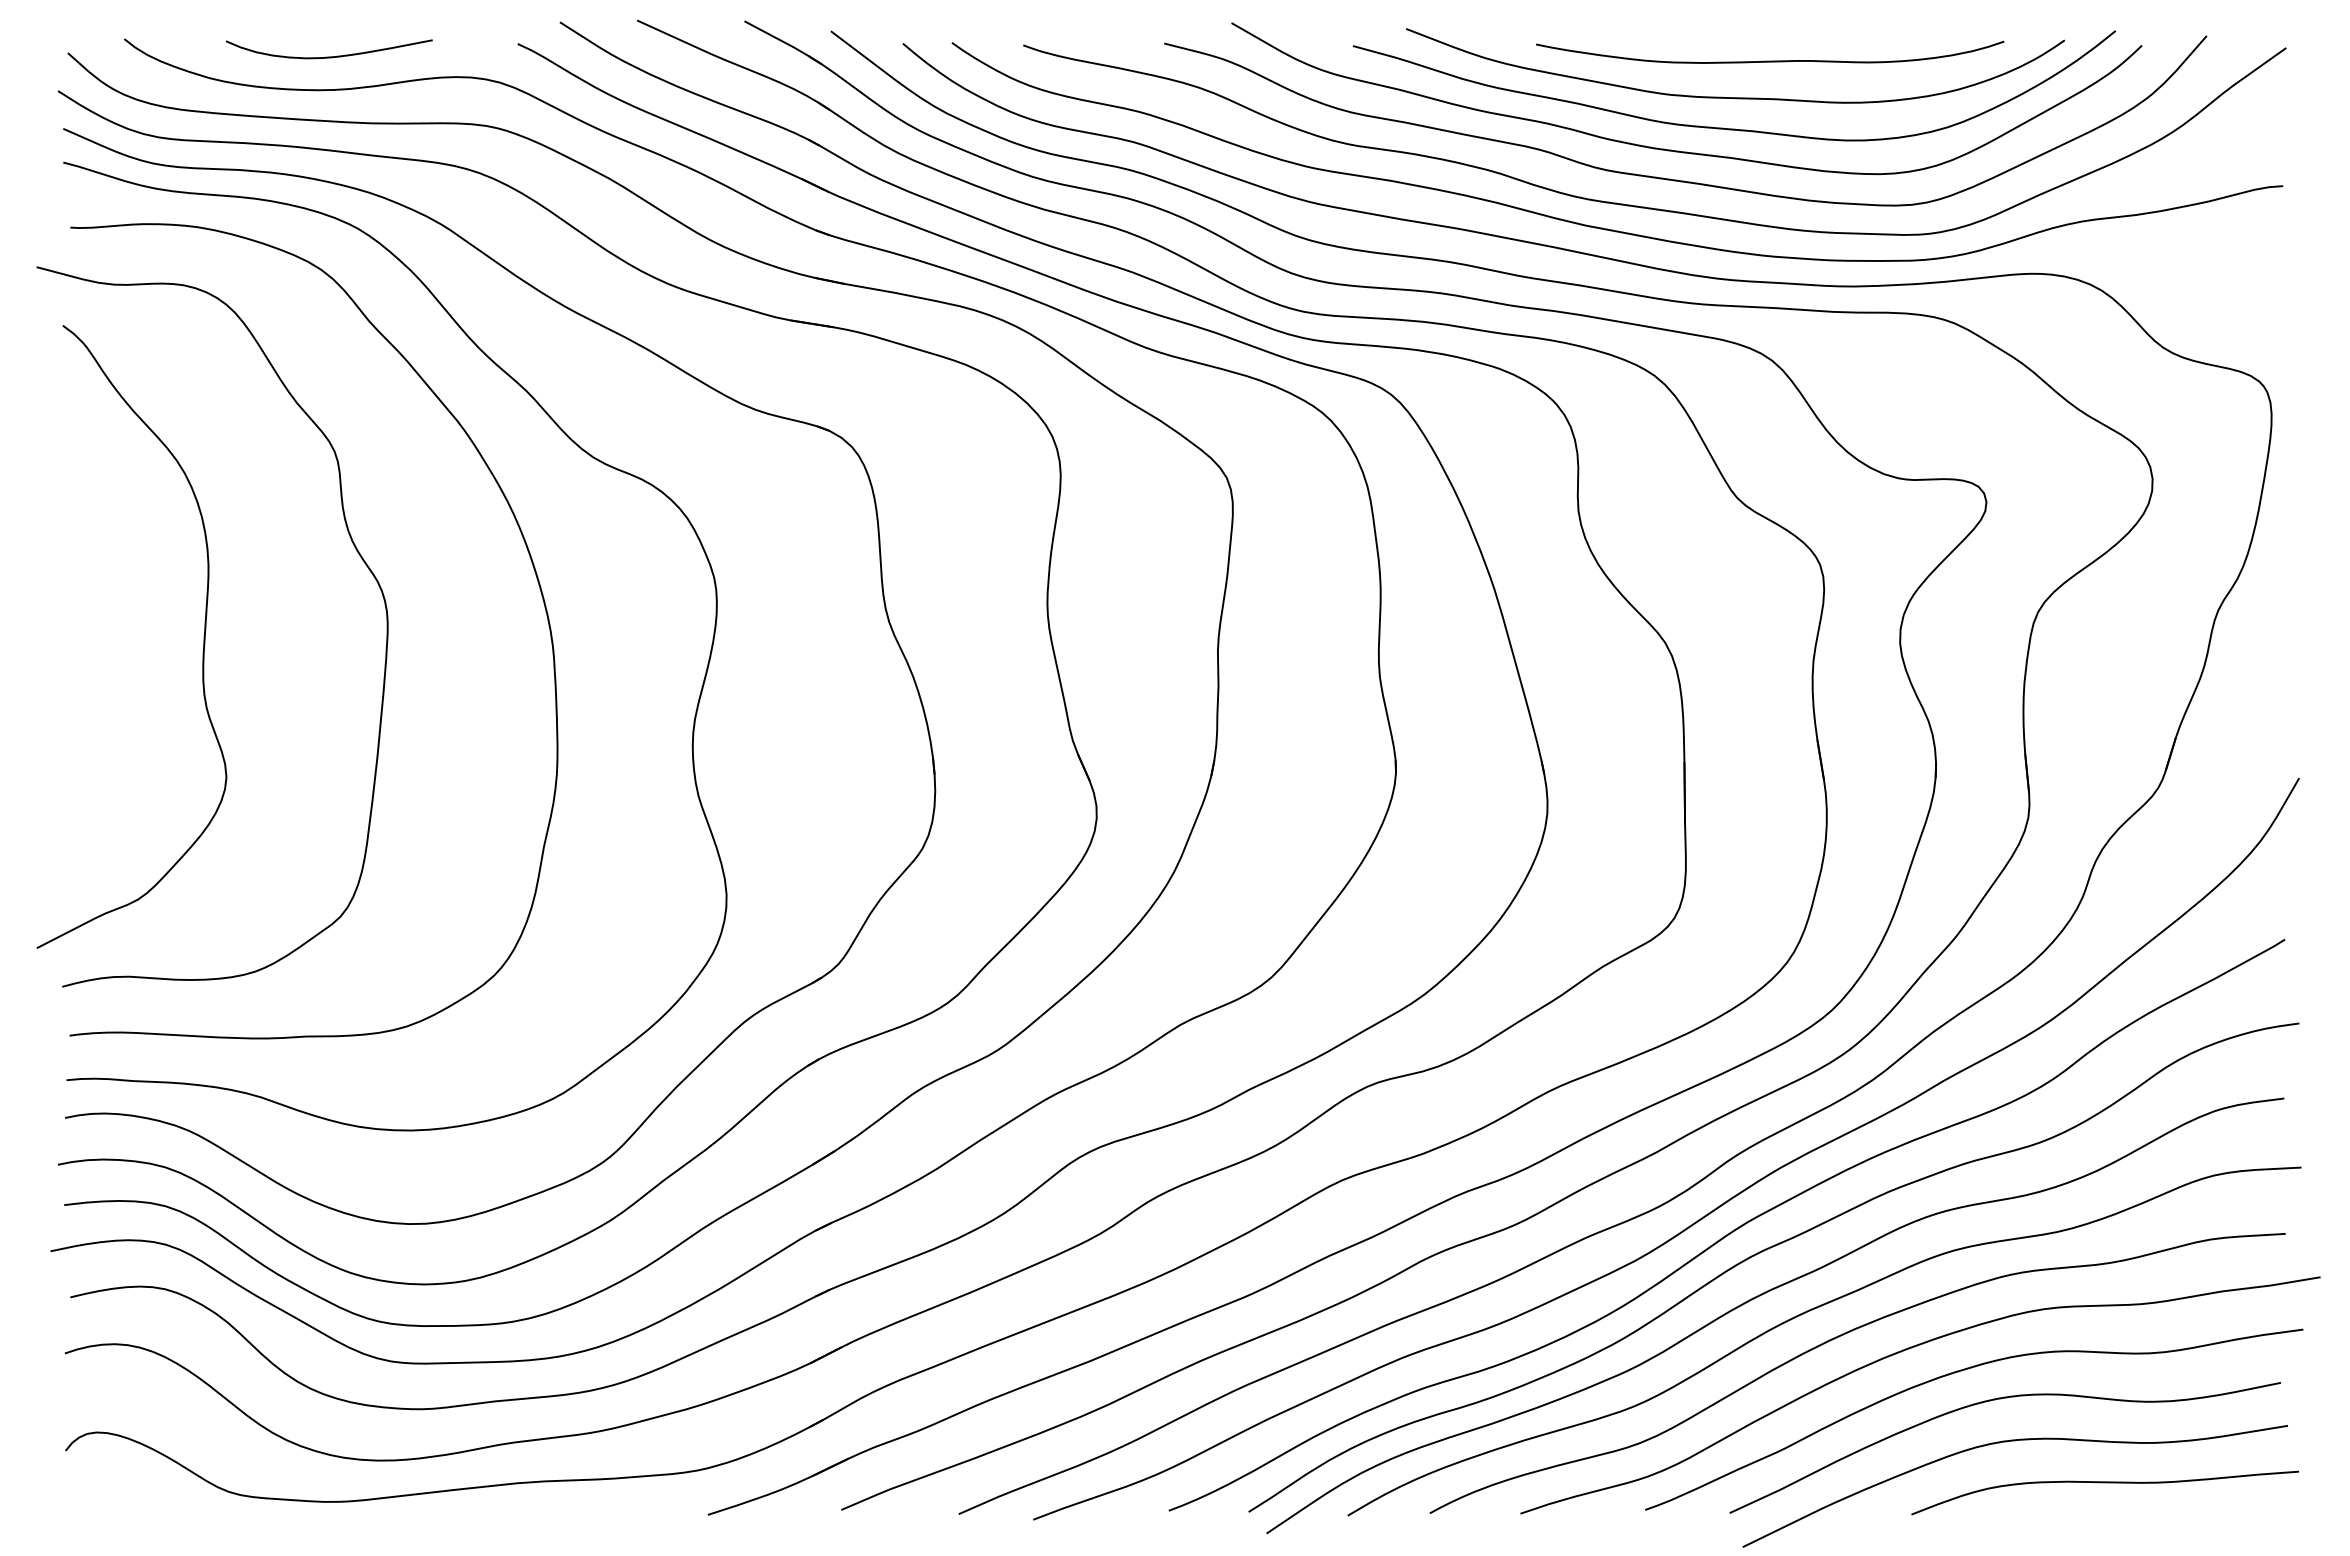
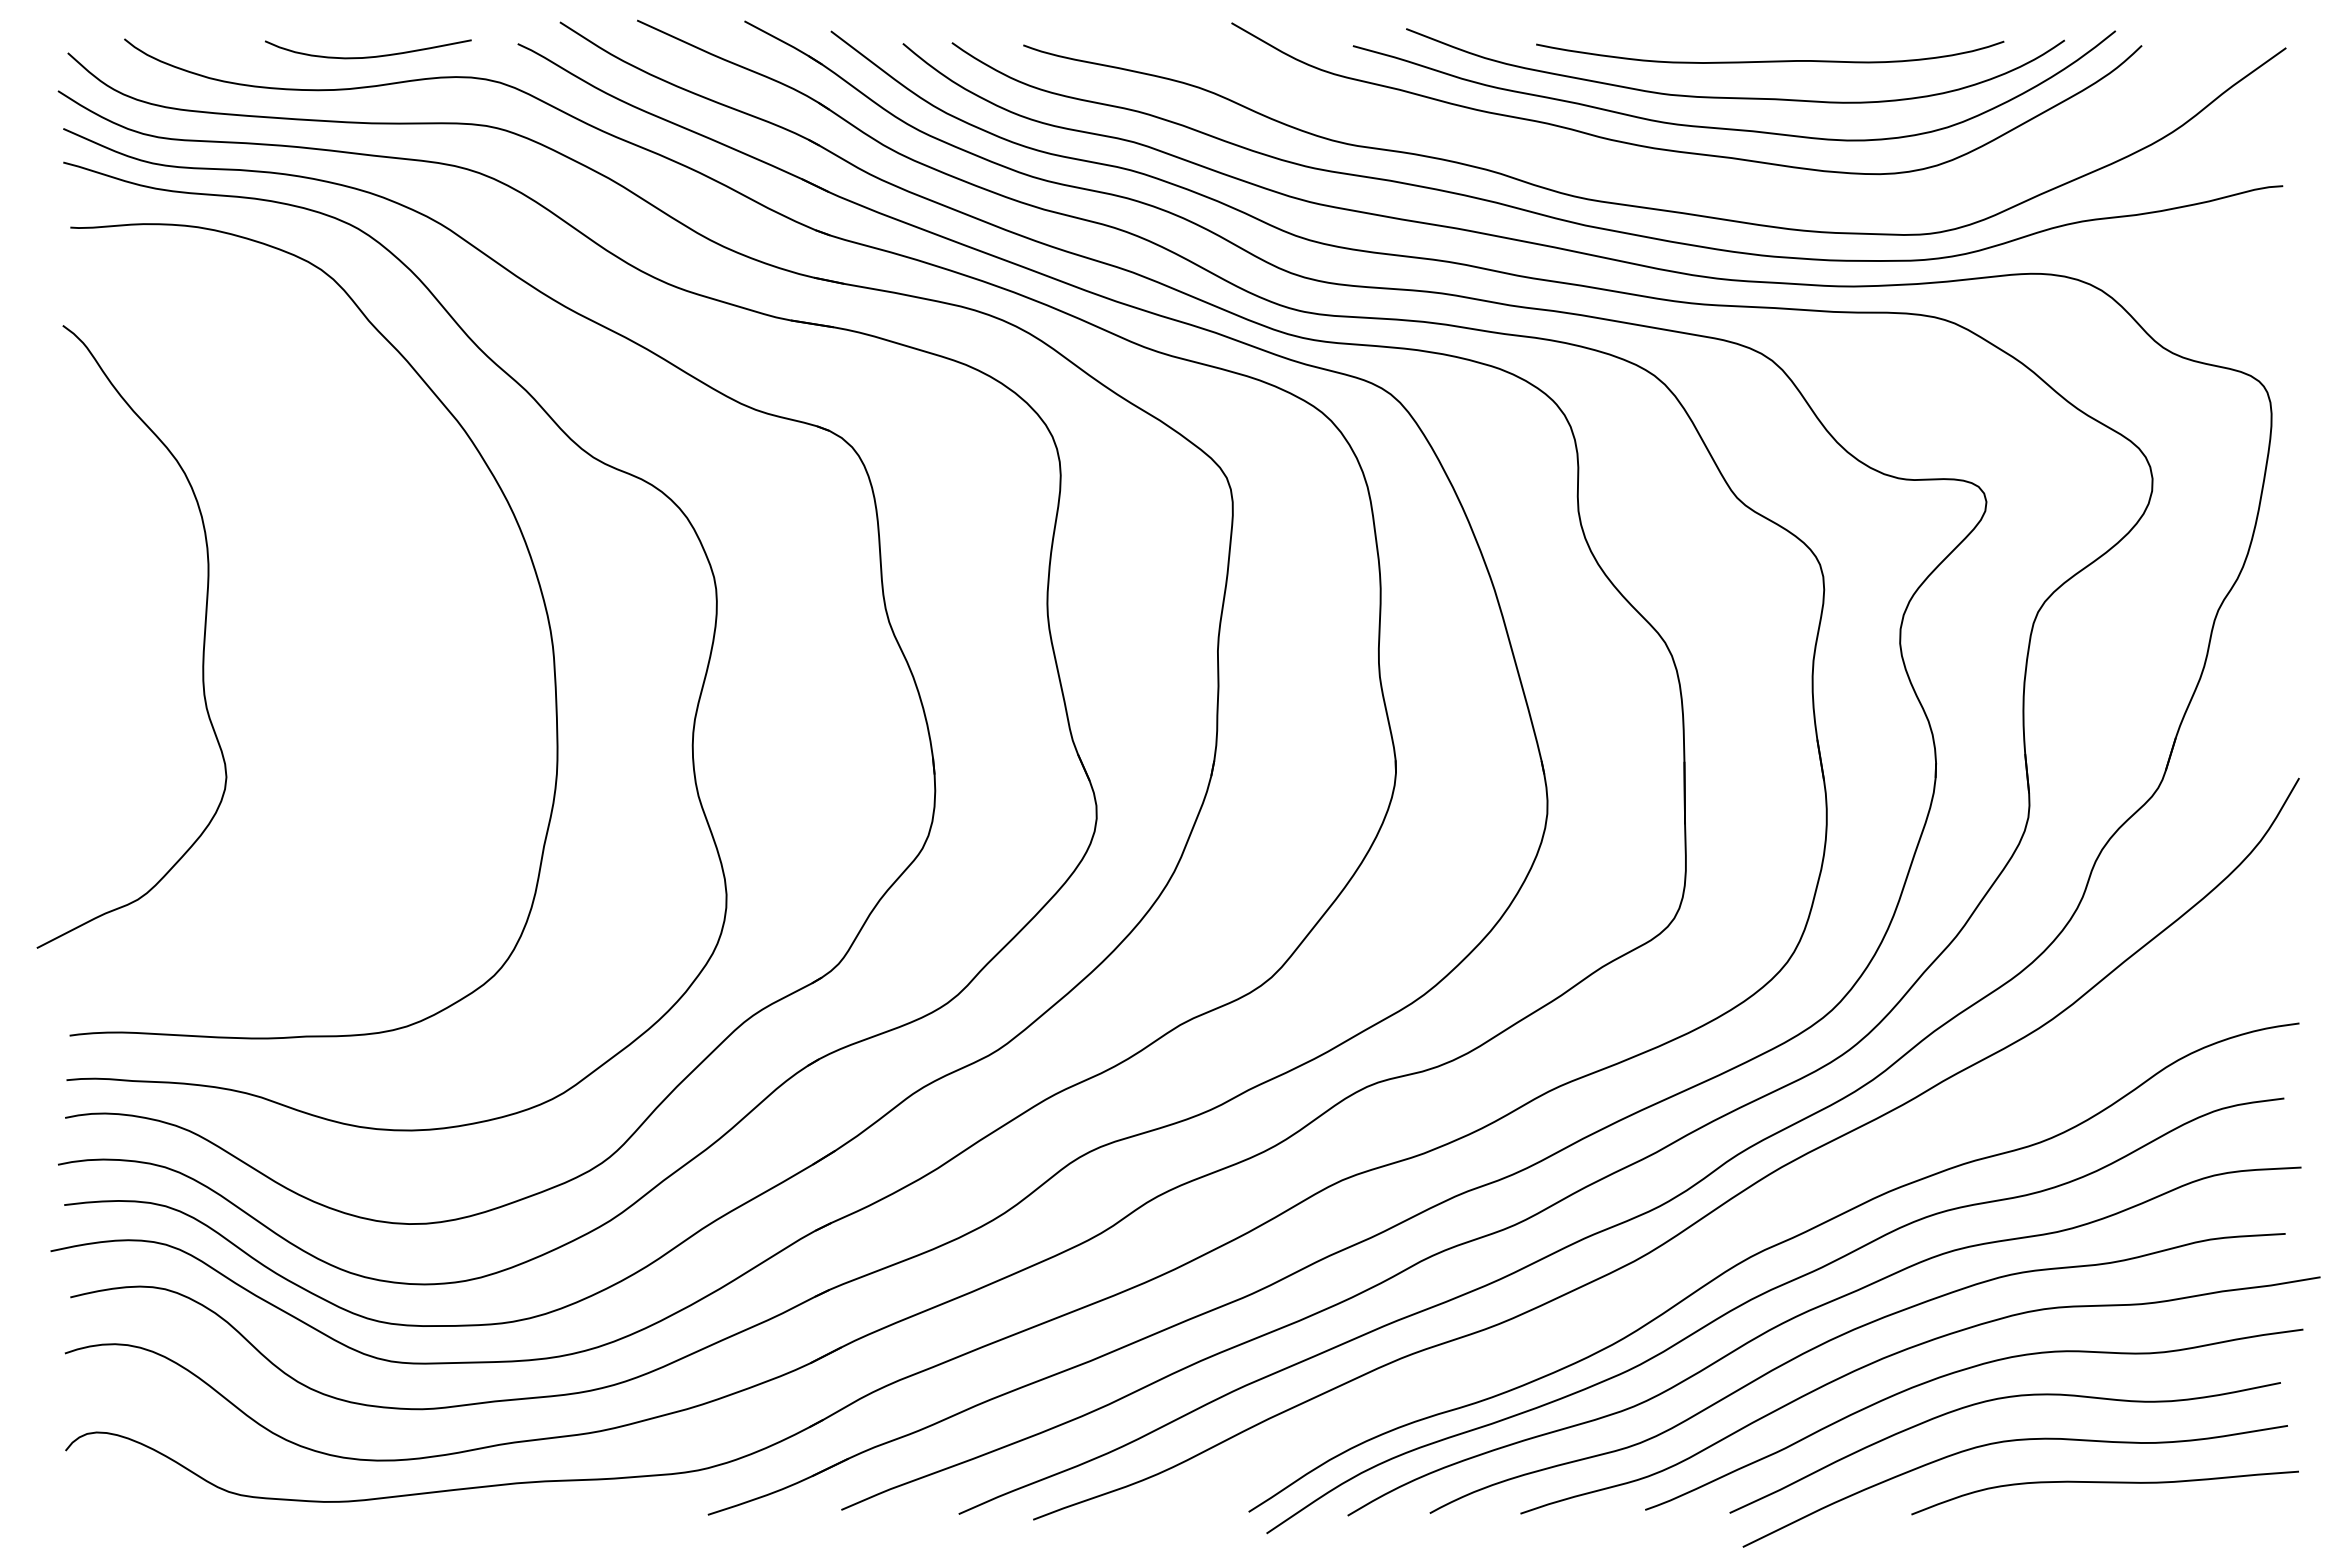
curve at (329, 56) position: (329, 56) -> (368, 56)
curve at (1677, 179): present -> none
curve at (356, 551): present -> none
curve at (1729, 1232): present -> none
